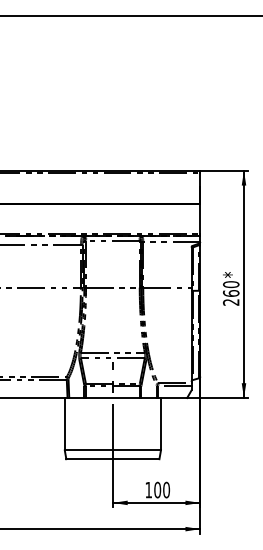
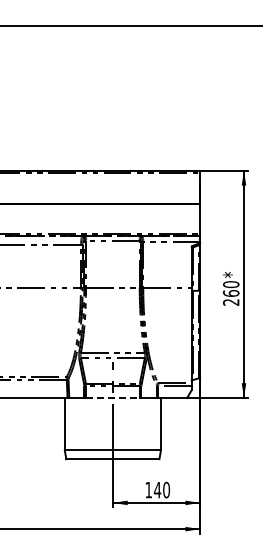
line at (130, 16) position: (130, 16) -> (130, 26)
line at (112, 398): solid -> dashed
text at (157, 489): 100 -> 140
